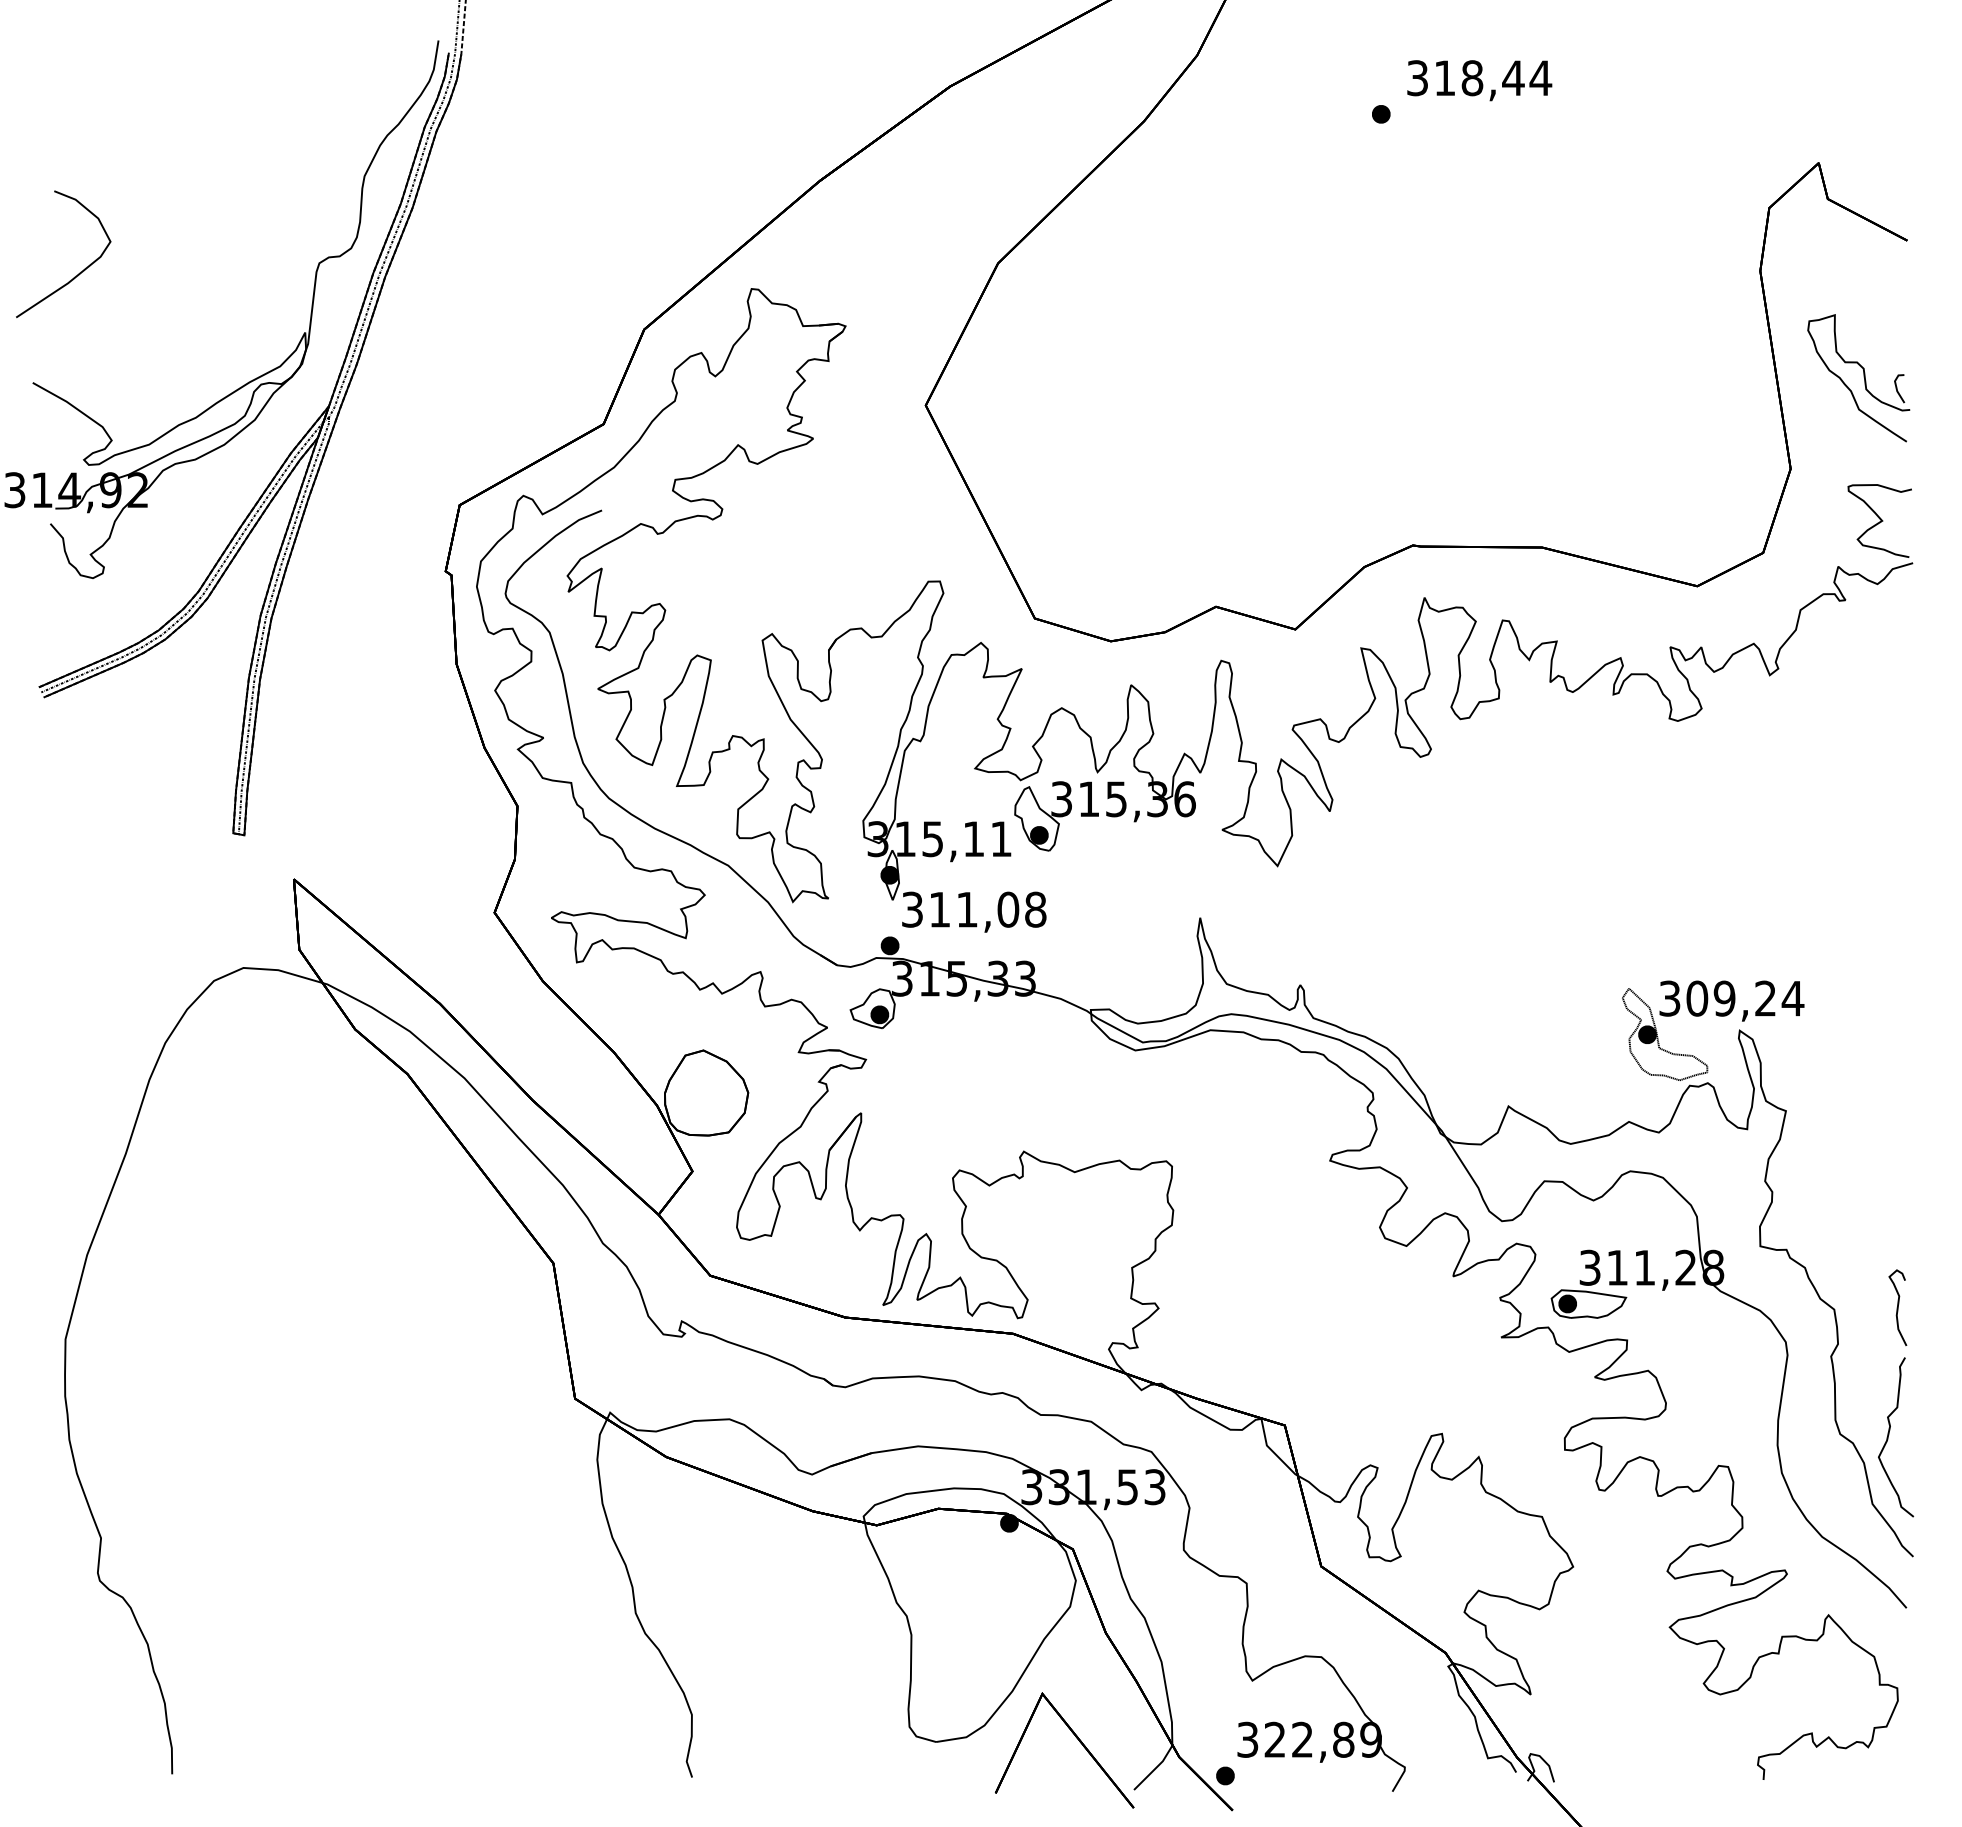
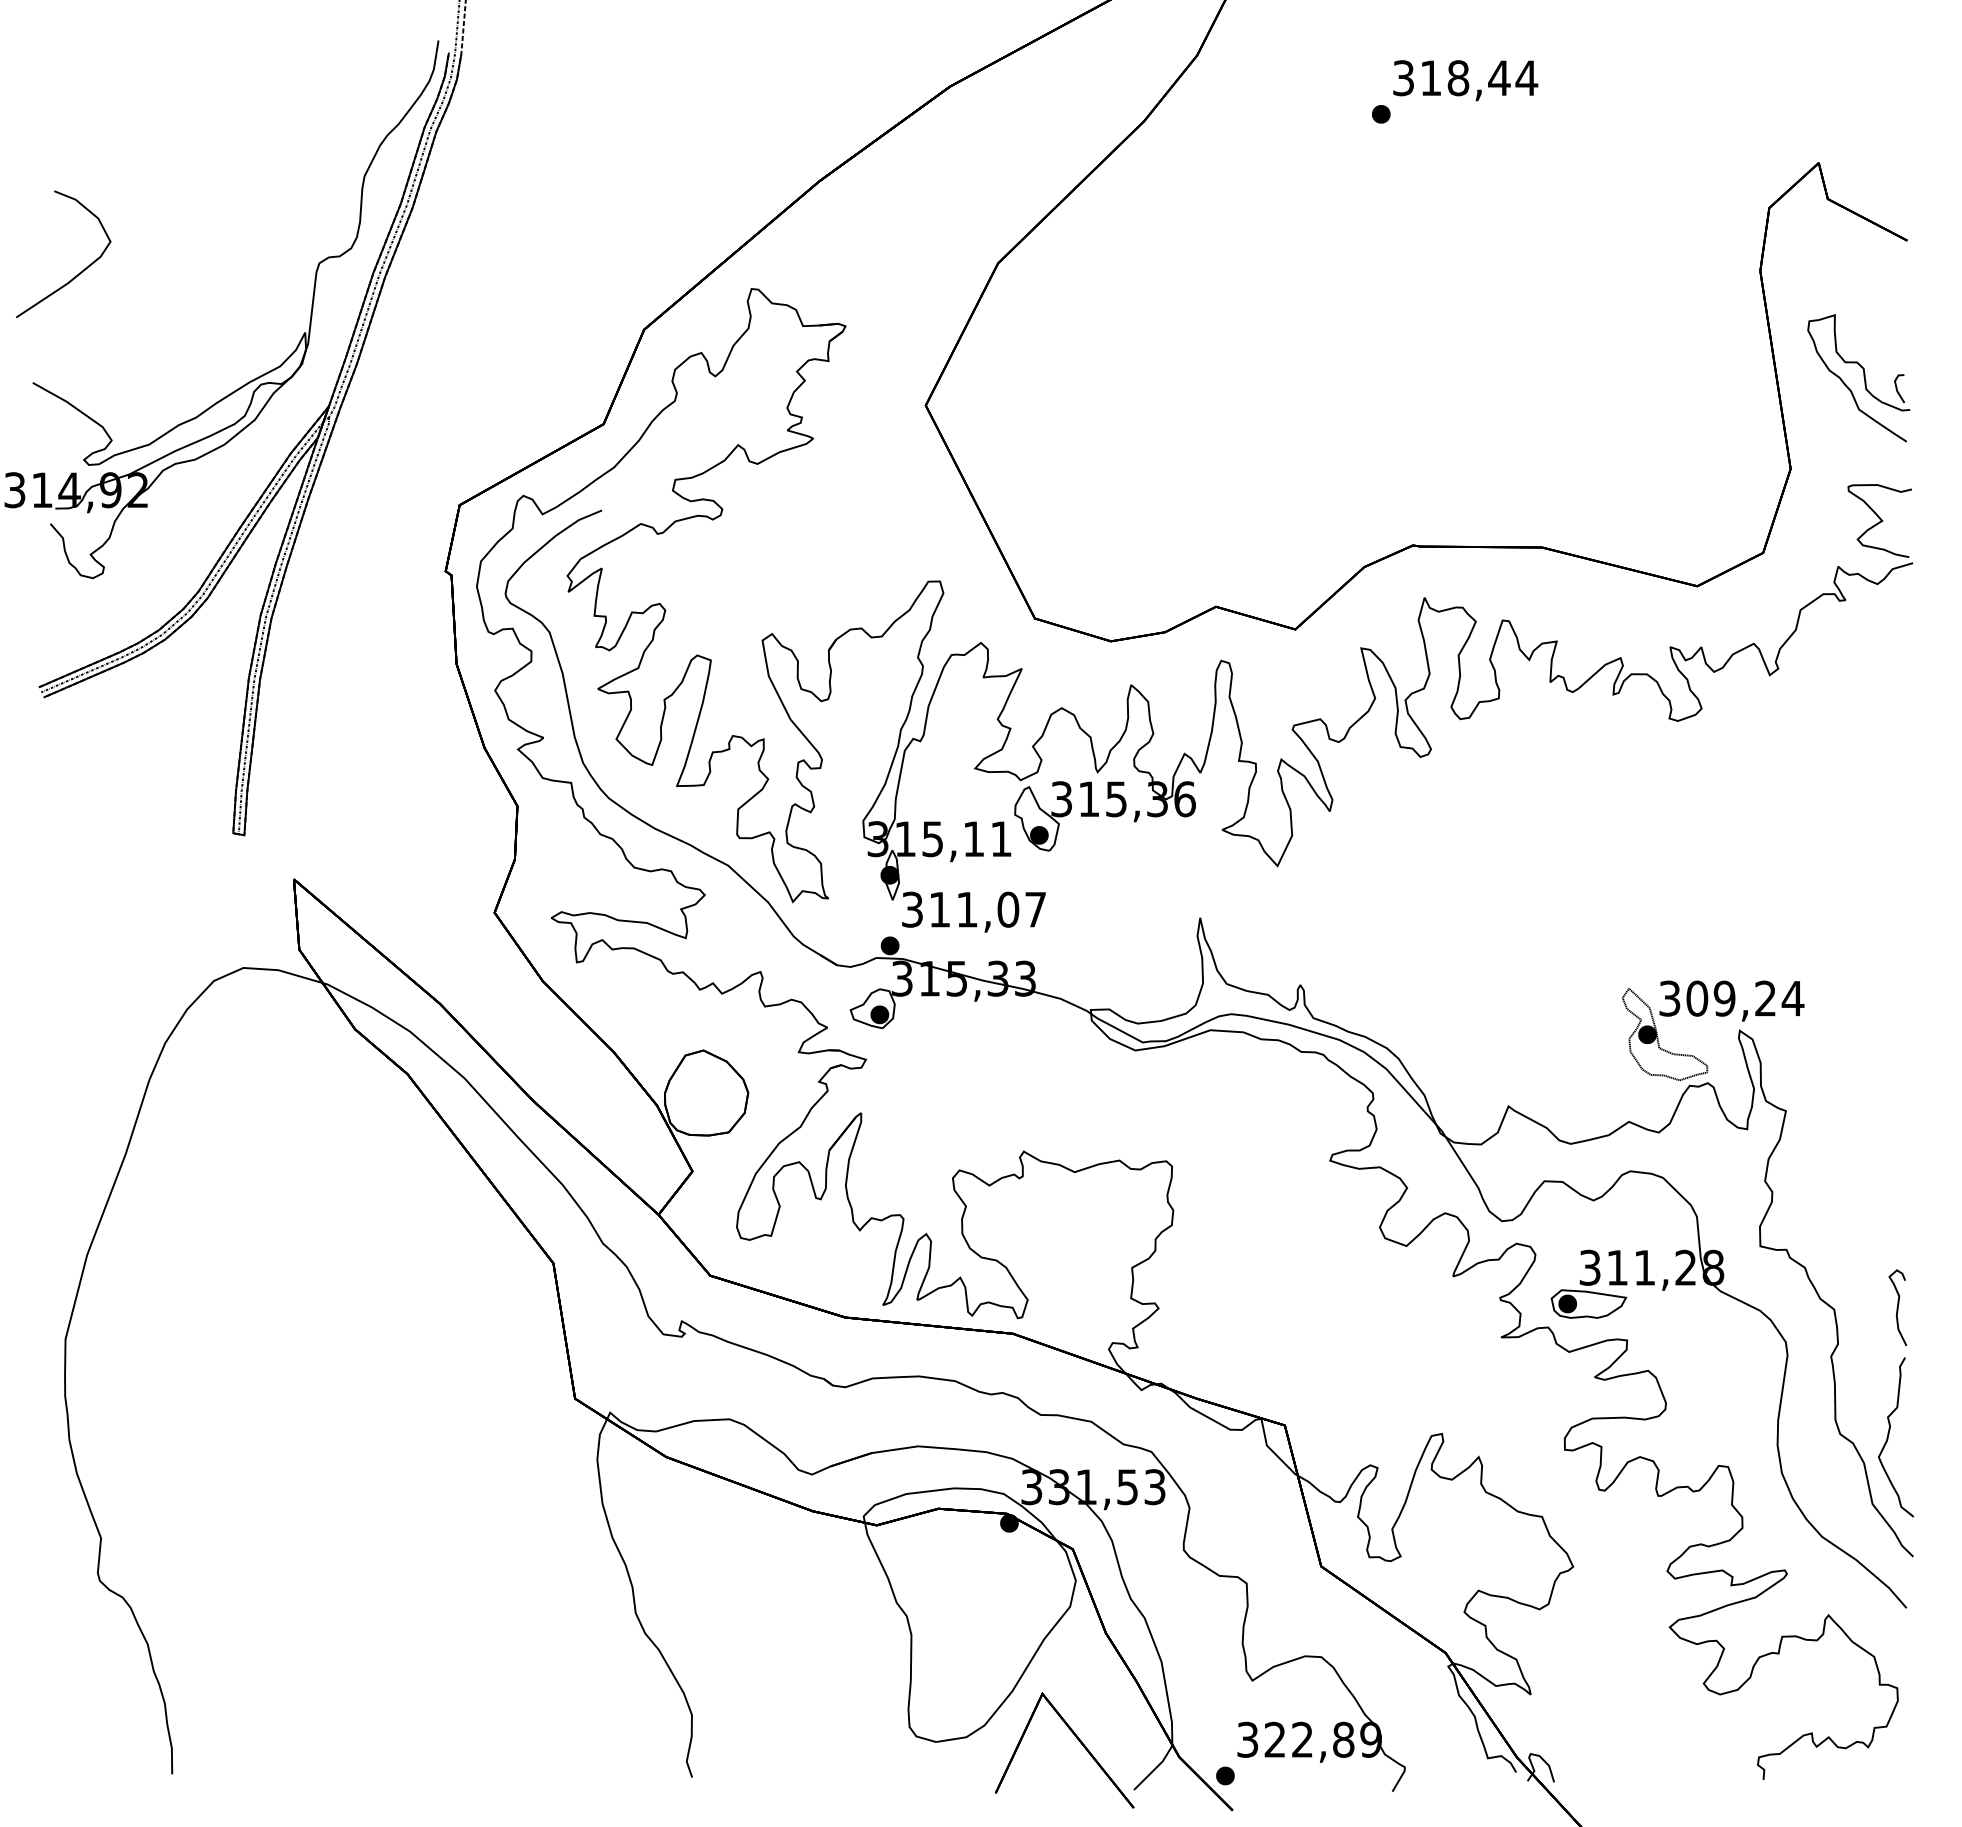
text at (1479, 80) position: (1479, 80) -> (1465, 80)
text at (1035, 909): 311,08 -> 311,07
